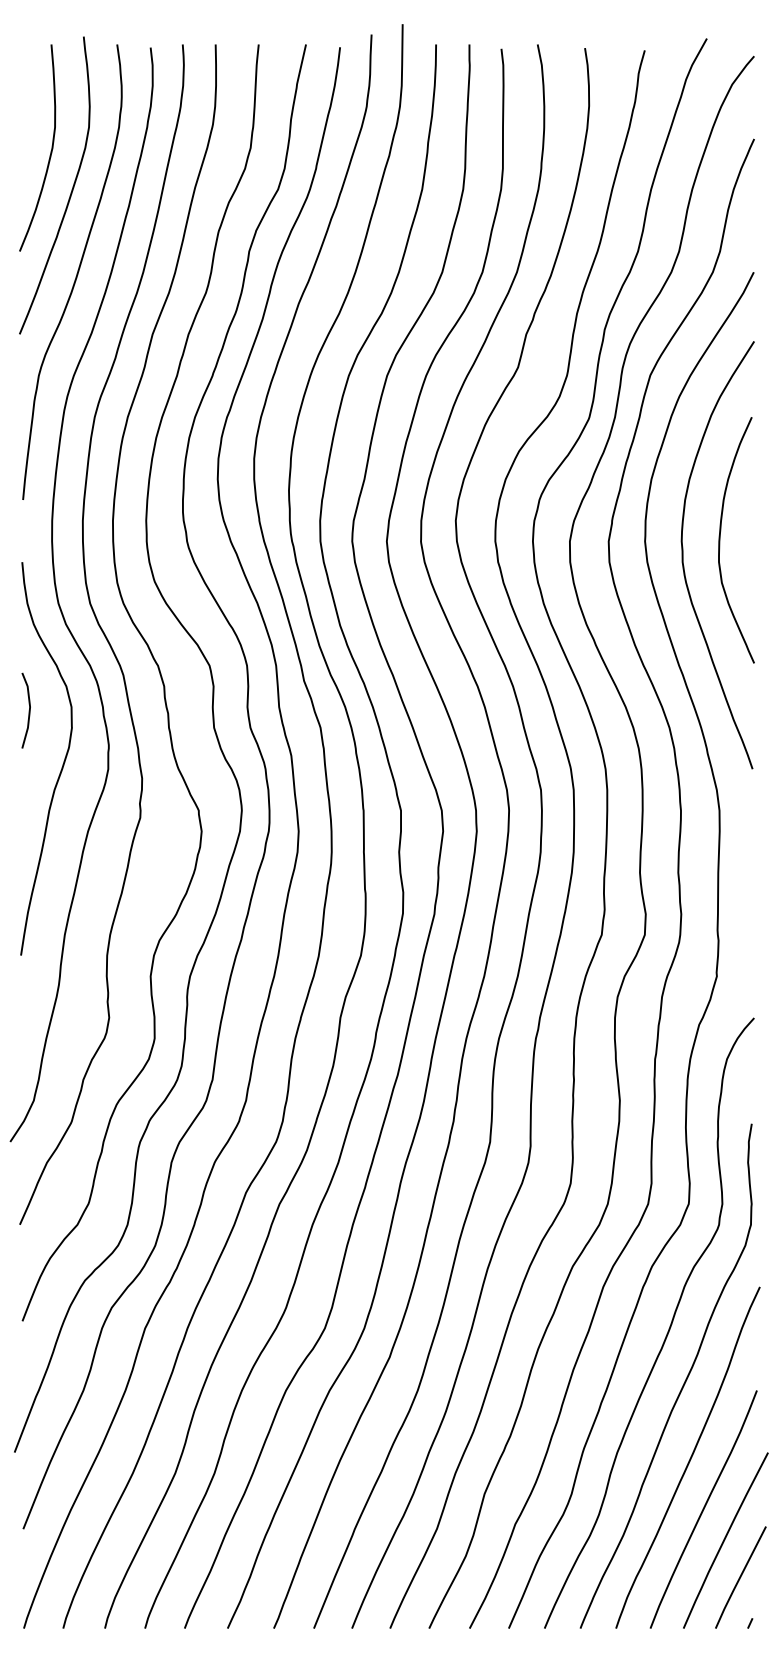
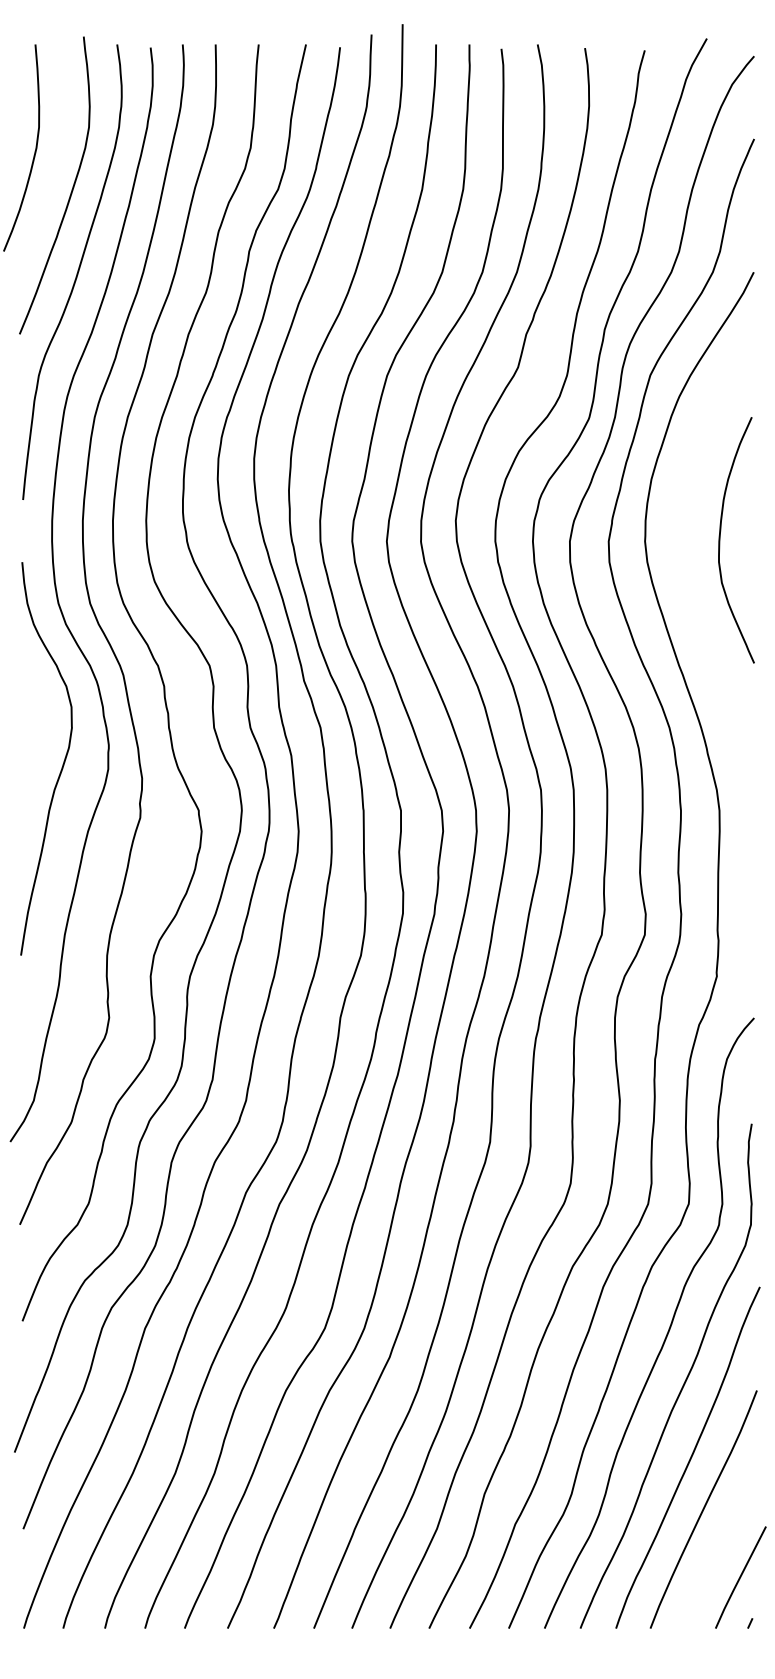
curve at (50, 151) position: (50, 151) -> (34, 151)
curve at (683, 555): present -> none
curve at (28, 710): present -> none
curve at (725, 1540): present -> none
